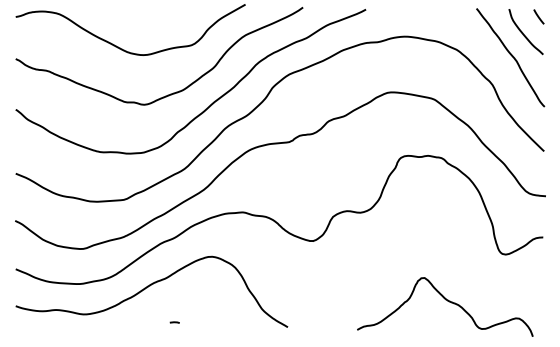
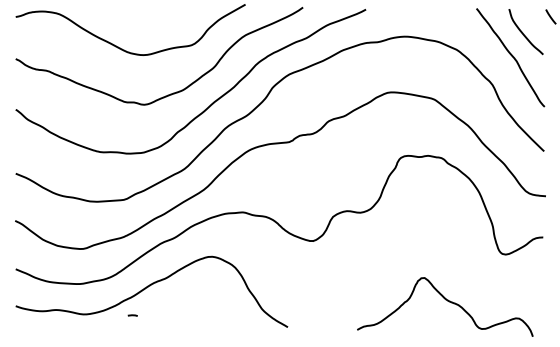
line at (538, 16) position: (538, 16) -> (550, 16)
curve at (174, 322) position: (174, 322) -> (132, 315)
